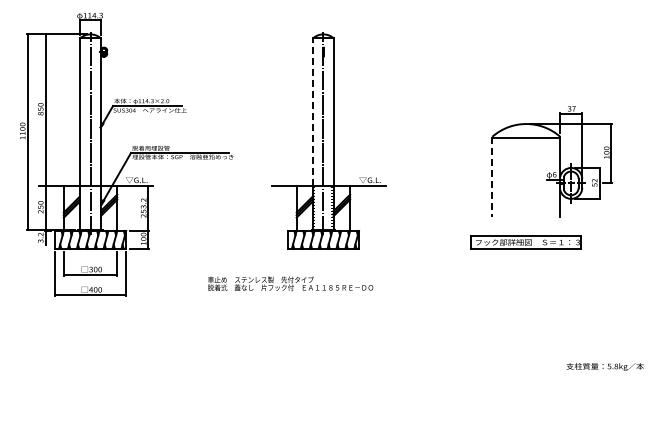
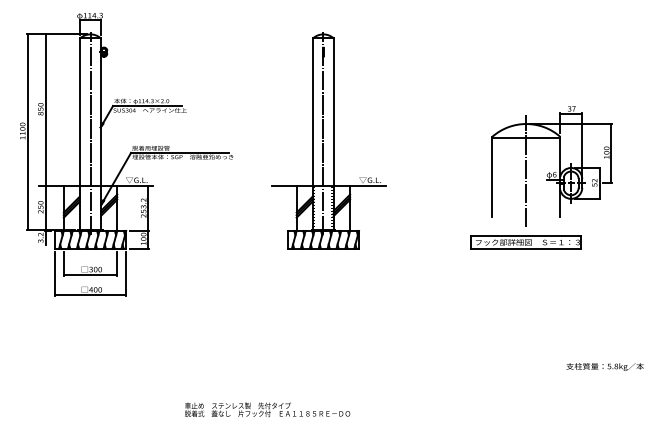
line at (313, 112): dashed -> solid
line at (526, 170): none -> present
line at (492, 176): dashed -> solid
text at (290, 283) position: (290, 283) -> (267, 409)
